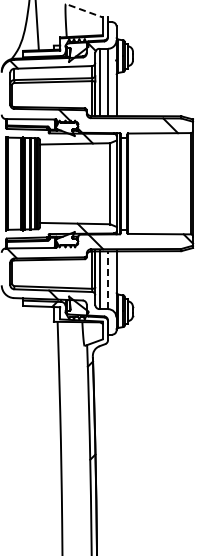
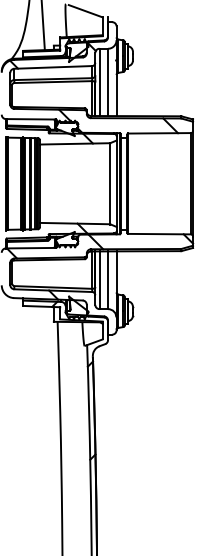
line at (86, 11): dashed -> solid
line at (36, 26) position: (36, 26) -> (42, 26)
line at (108, 280): dashed -> solid
